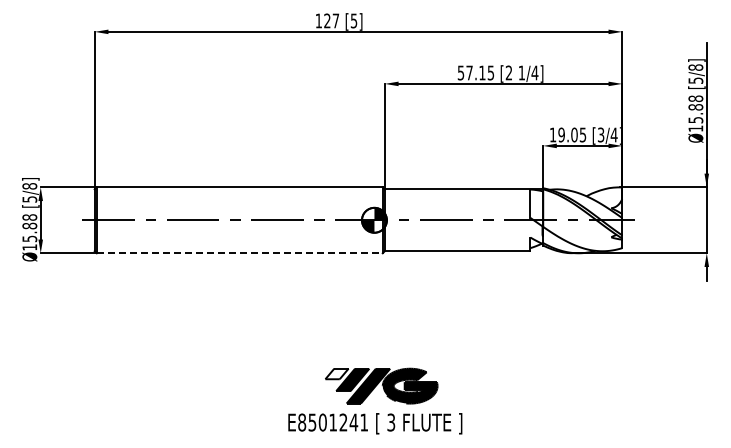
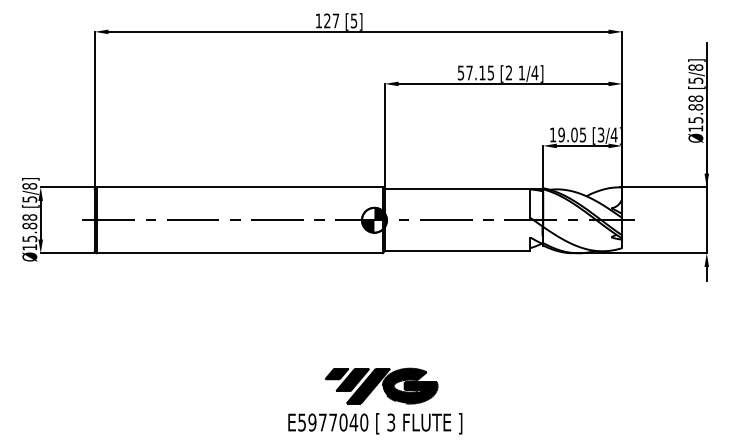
line at (239, 253): dashed -> solid
fill at (336, 373): none -> present
text at (333, 422): E8501241 -> E5977040
